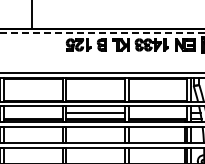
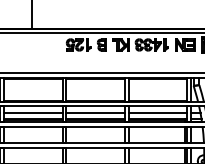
line at (102, 33): dashed -> solid
line at (33, 113): none -> present
line at (157, 113): none -> present
